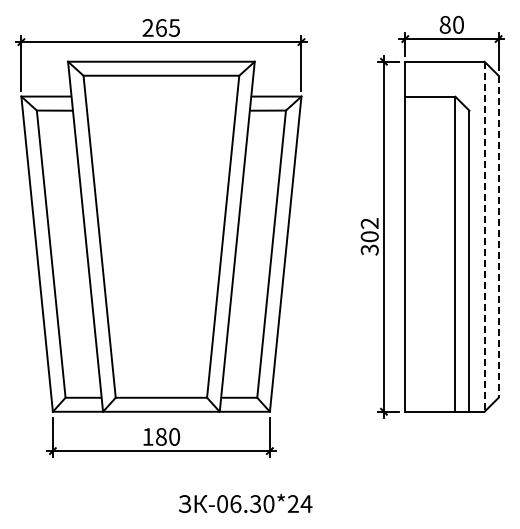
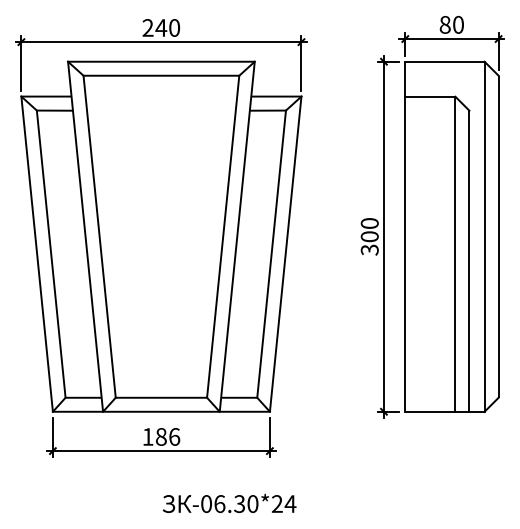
text at (167, 27): 265 -> 240
text at (369, 223): 302 -> 300
line at (484, 237): dashed -> solid
line at (498, 237): dashed -> solid
text at (174, 436): 180 -> 186
text at (245, 502) position: (245, 502) -> (229, 502)
